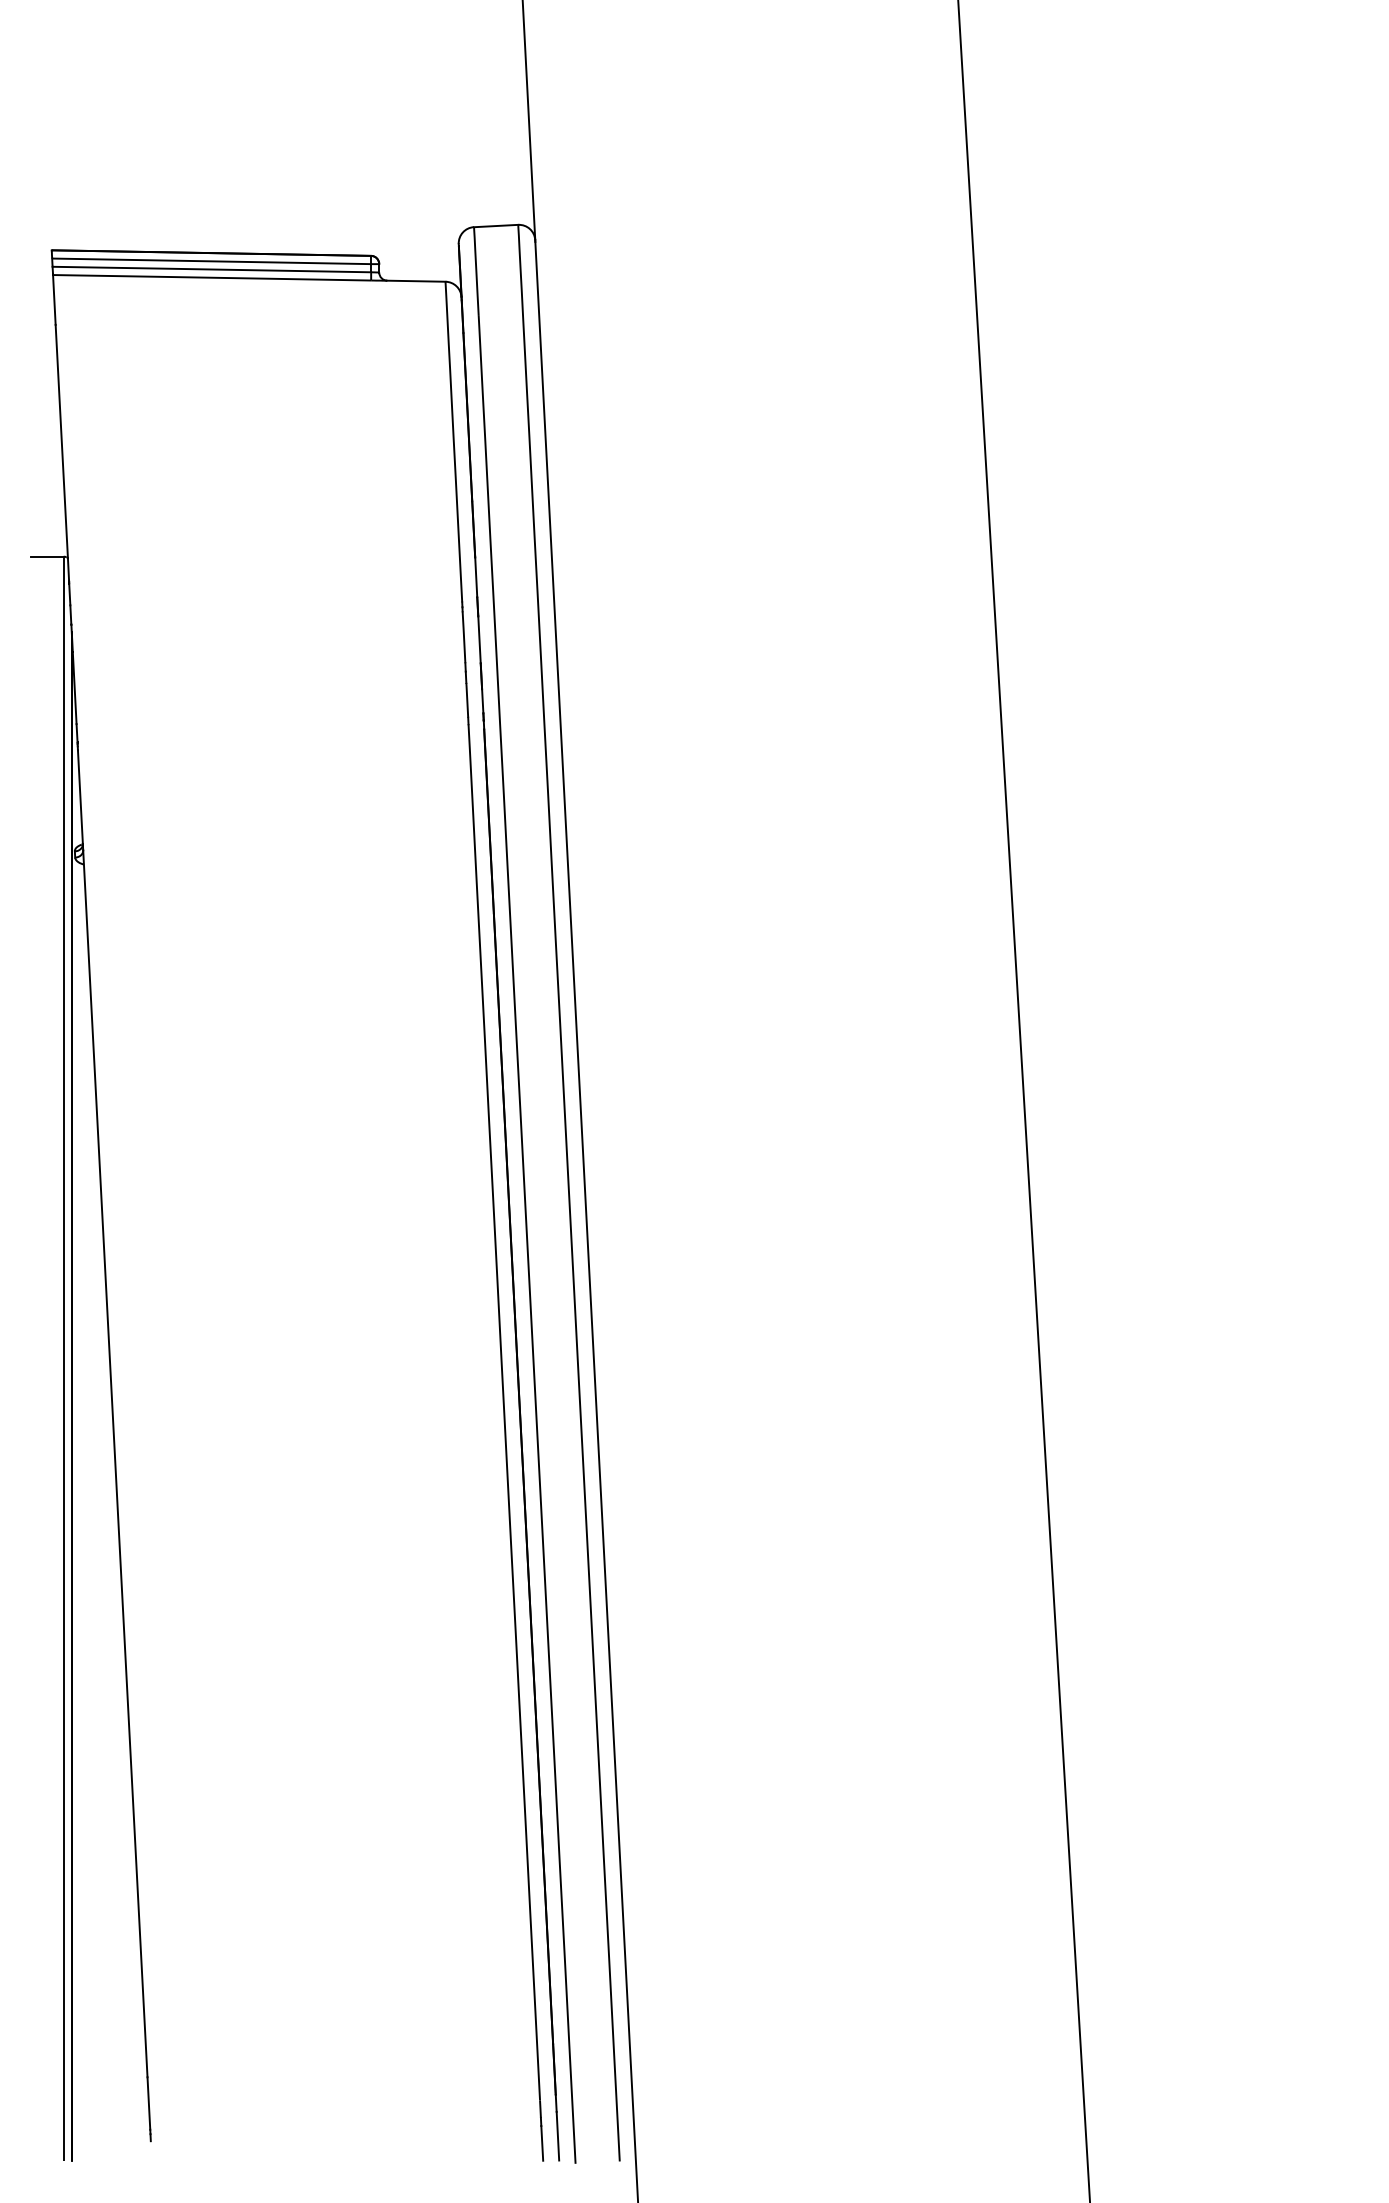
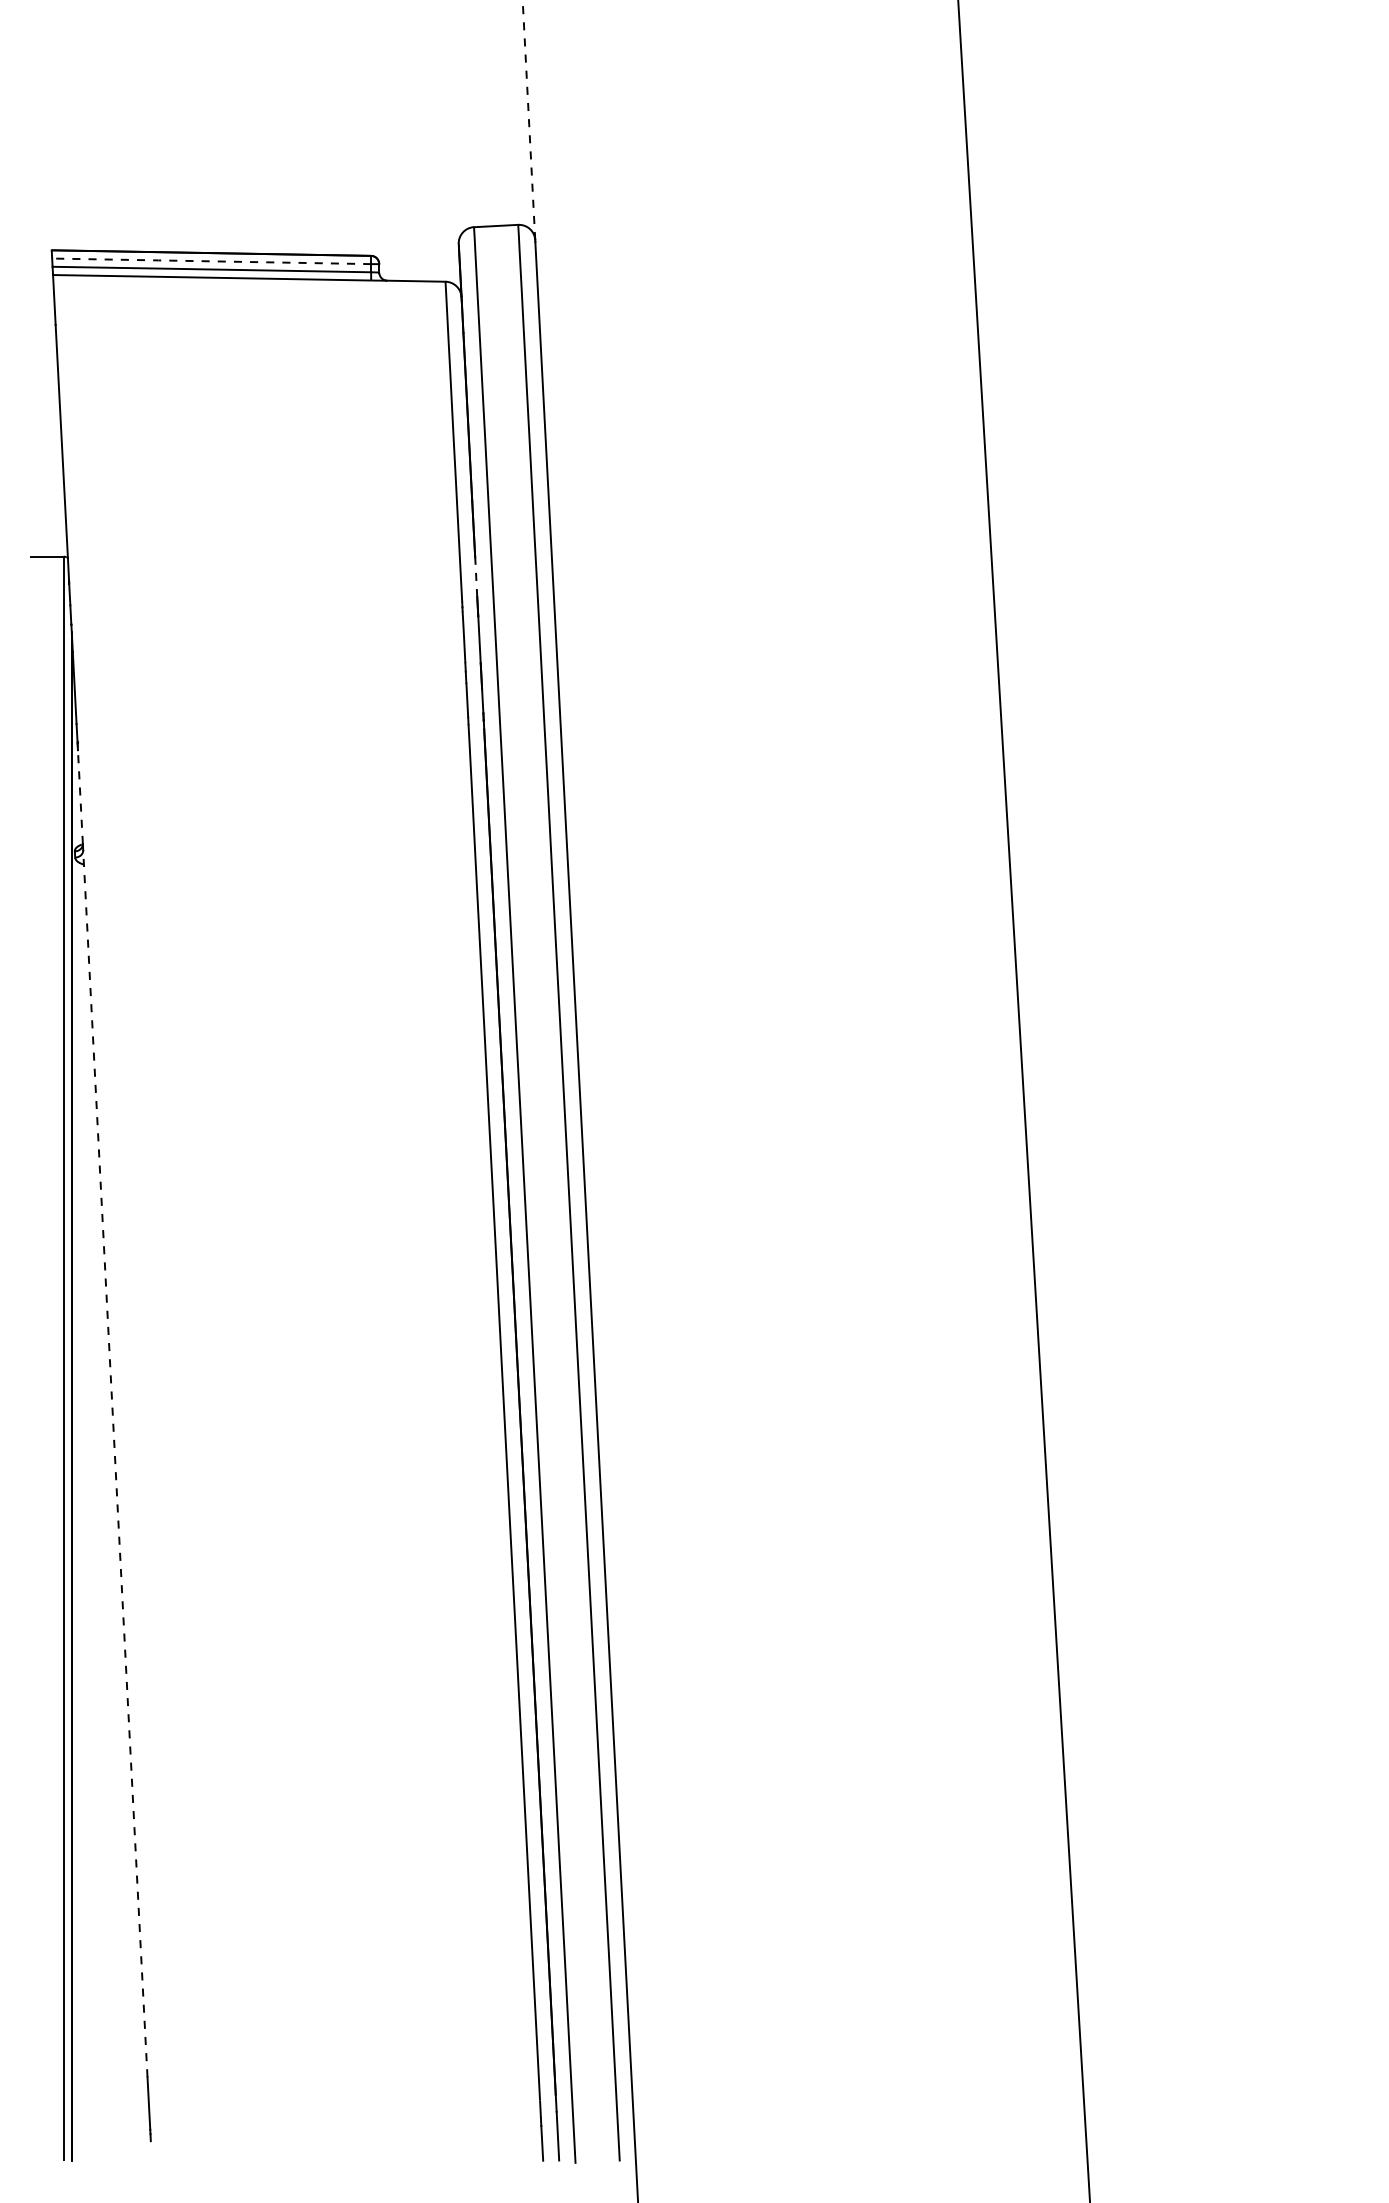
line at (528, 120): solid -> dashed
line at (211, 261): solid -> dashed
line at (476, 577): solid -> dashed
line at (80, 797): solid -> dashed
line at (115, 1463): solid -> dashed
